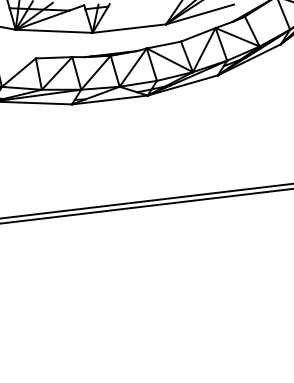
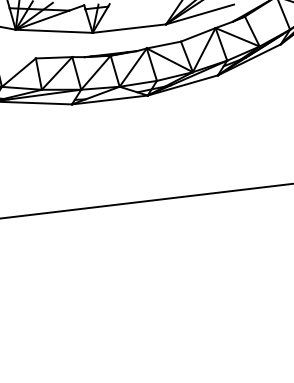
line at (146, 206): present -> none
